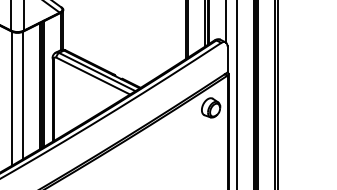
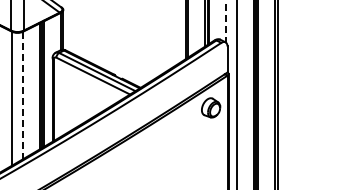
line at (226, 21): solid -> dashed
line at (22, 95): solid -> dashed
